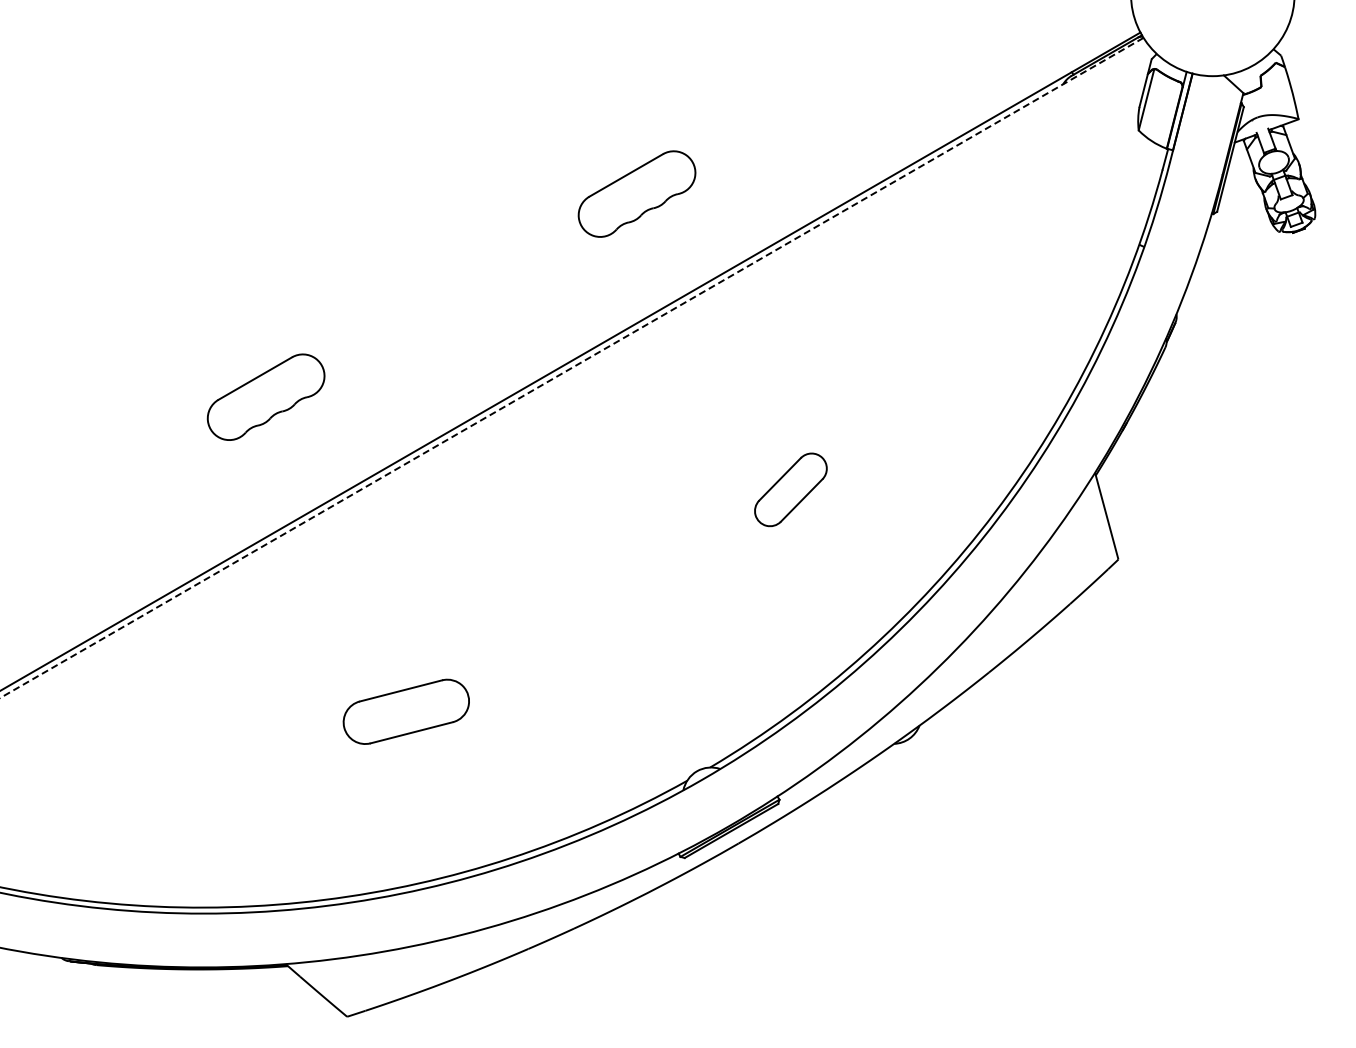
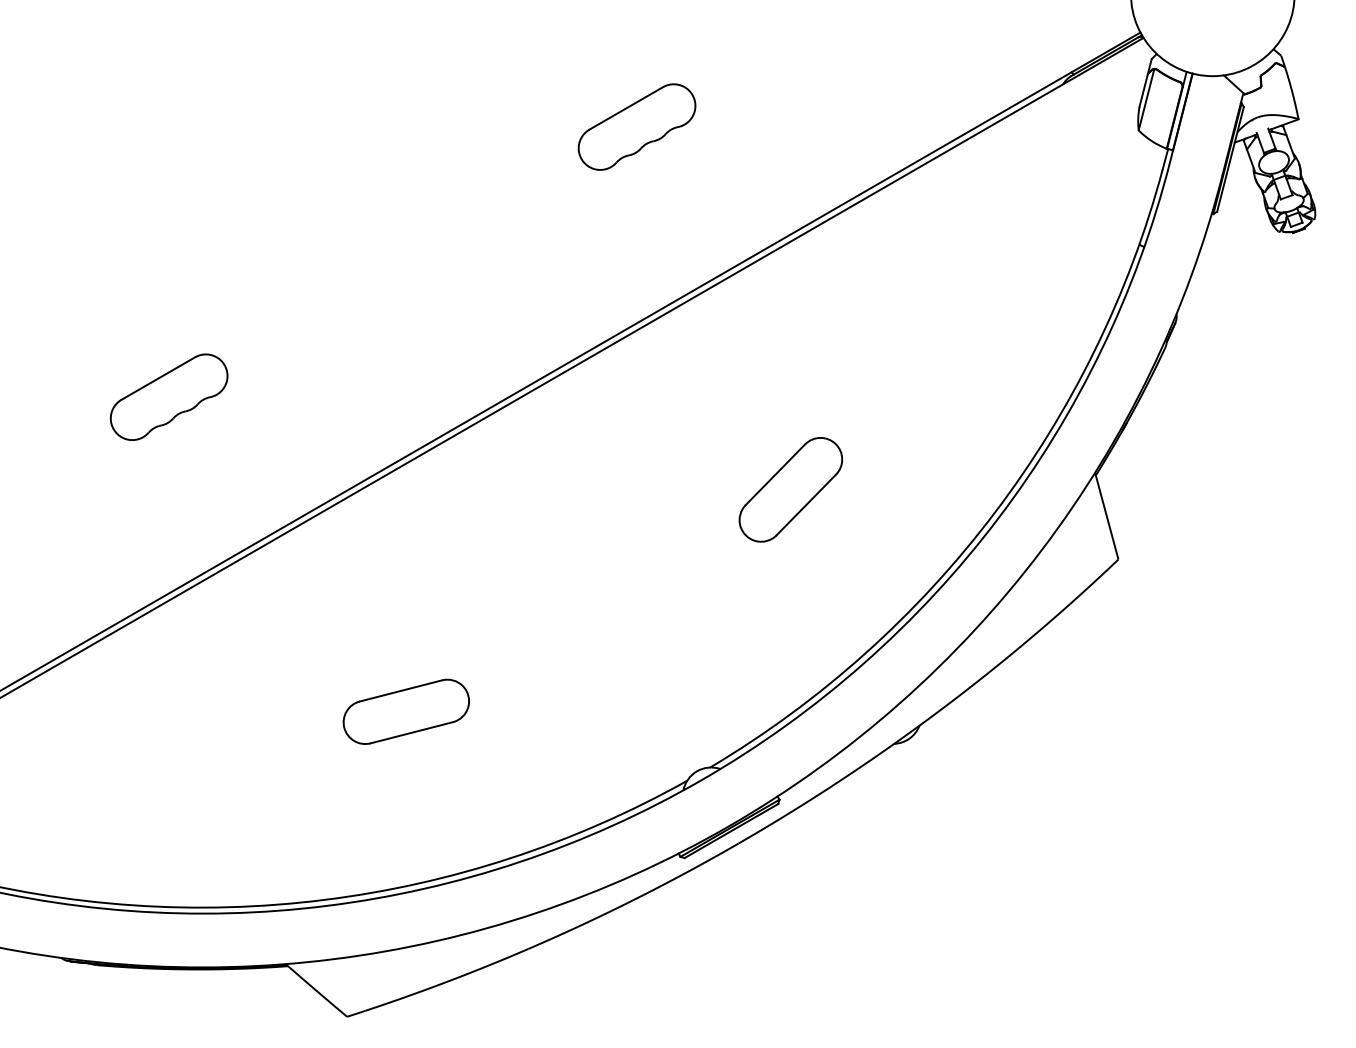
part at (636, 193) position: (636, 193) -> (636, 126)
line at (572, 367): dashed -> solid
part at (265, 396) position: (265, 396) -> (168, 396)
part at (790, 489) size: 74x76 px -> 106x106 px
